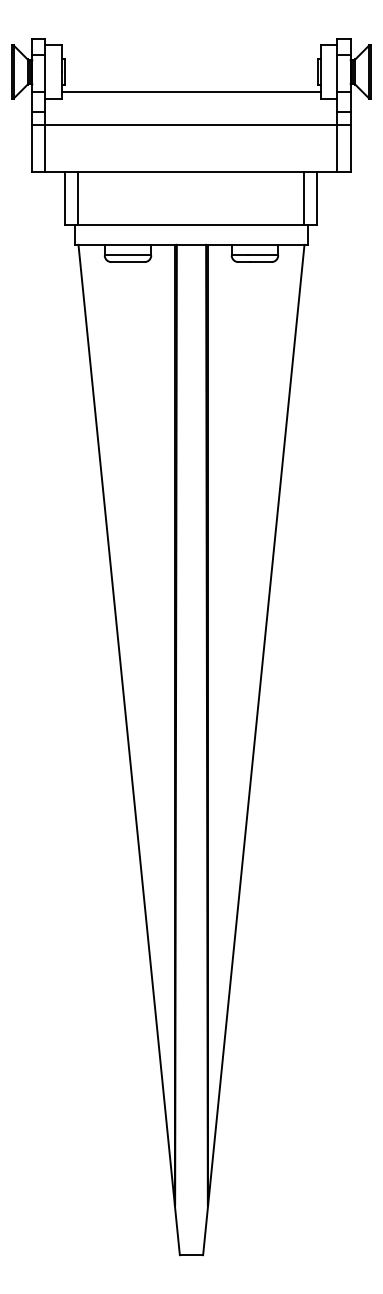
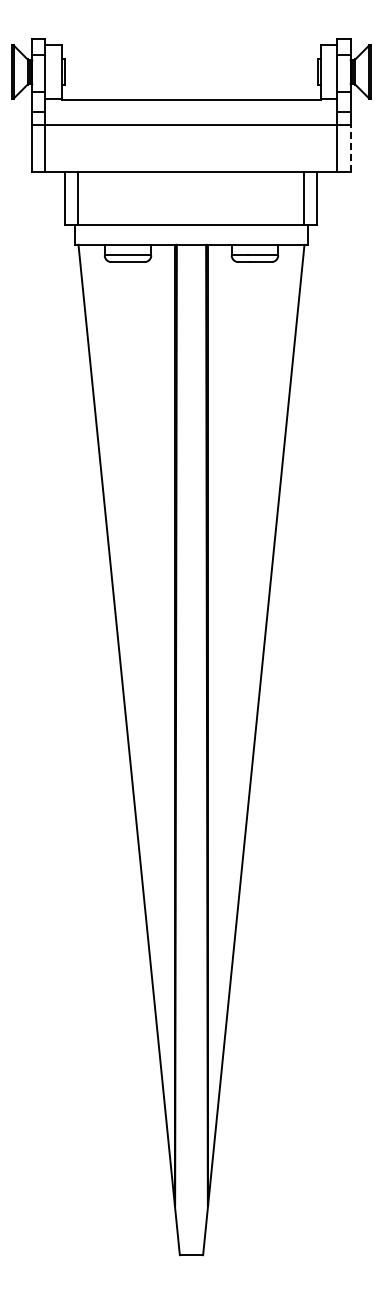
line at (190, 91) position: (190, 91) -> (190, 99)
line at (350, 147): solid -> dashed
